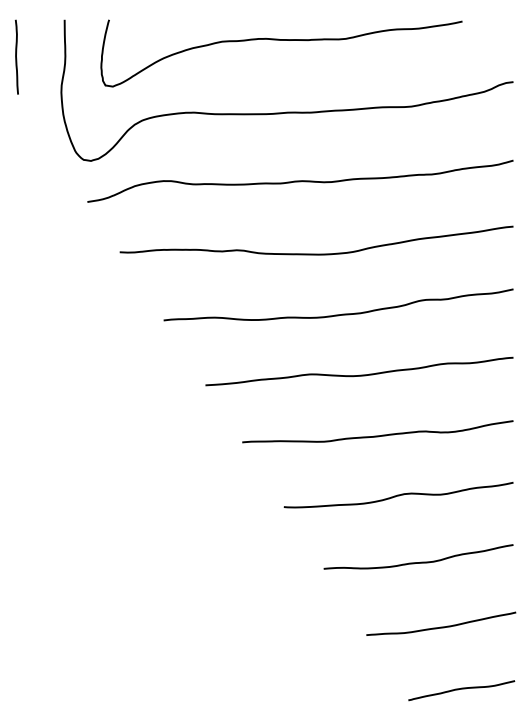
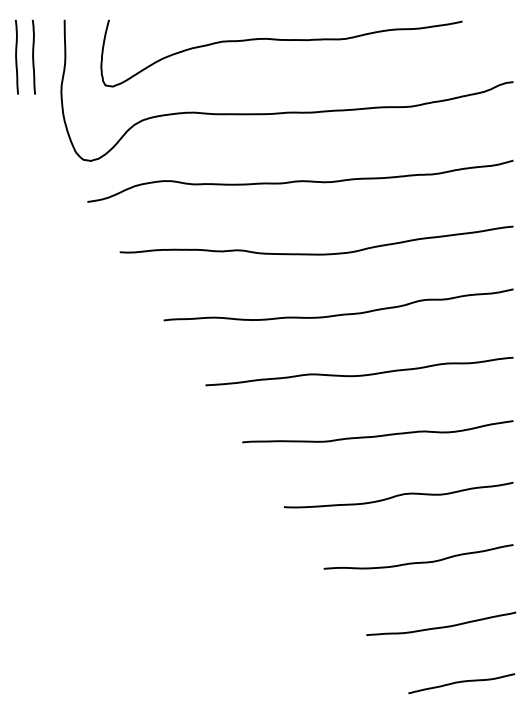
line at (33, 56): none -> present
curve at (461, 689) position: (461, 689) -> (461, 682)
